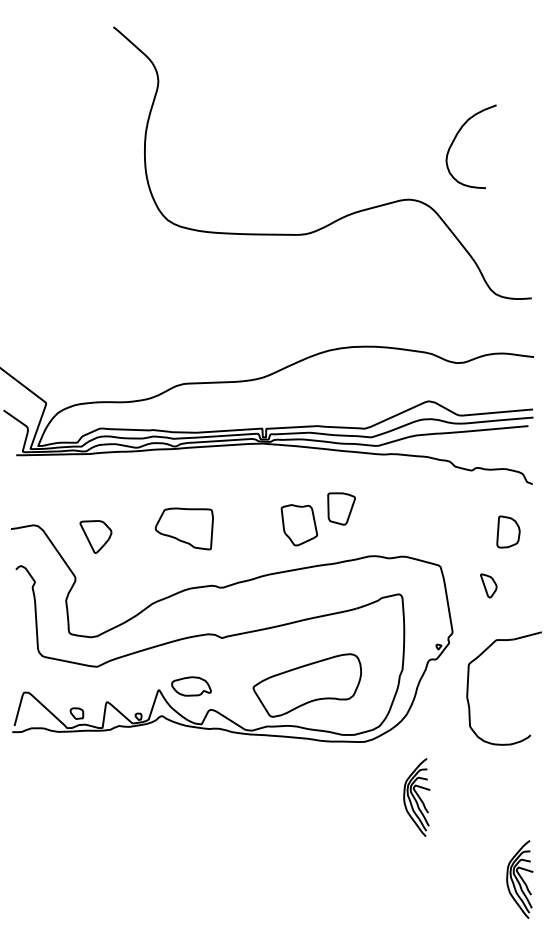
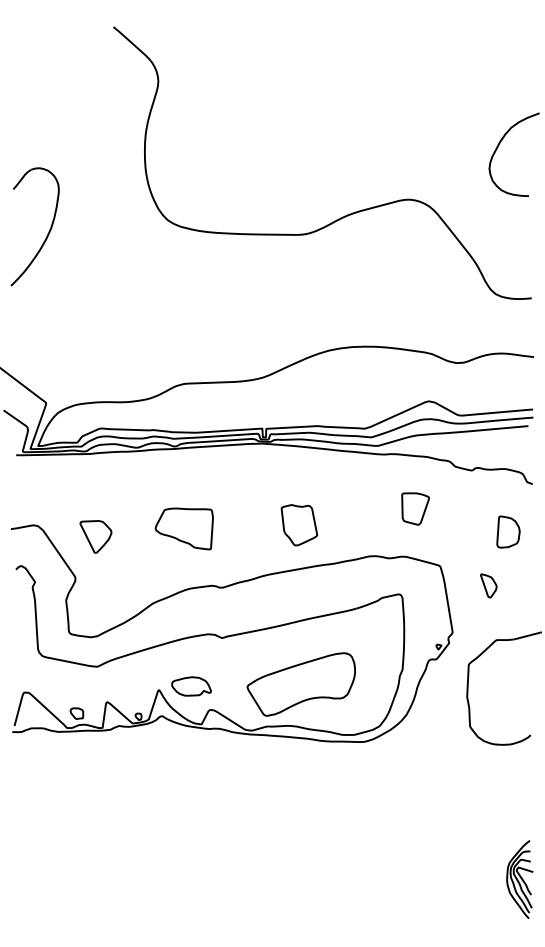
curve at (455, 139) position: (455, 139) -> (498, 147)
part at (47, 233): none -> present
part at (341, 508) position: (341, 508) -> (415, 508)
part at (306, 685) position: (306, 685) -> (300, 684)
part at (416, 797): present -> none
